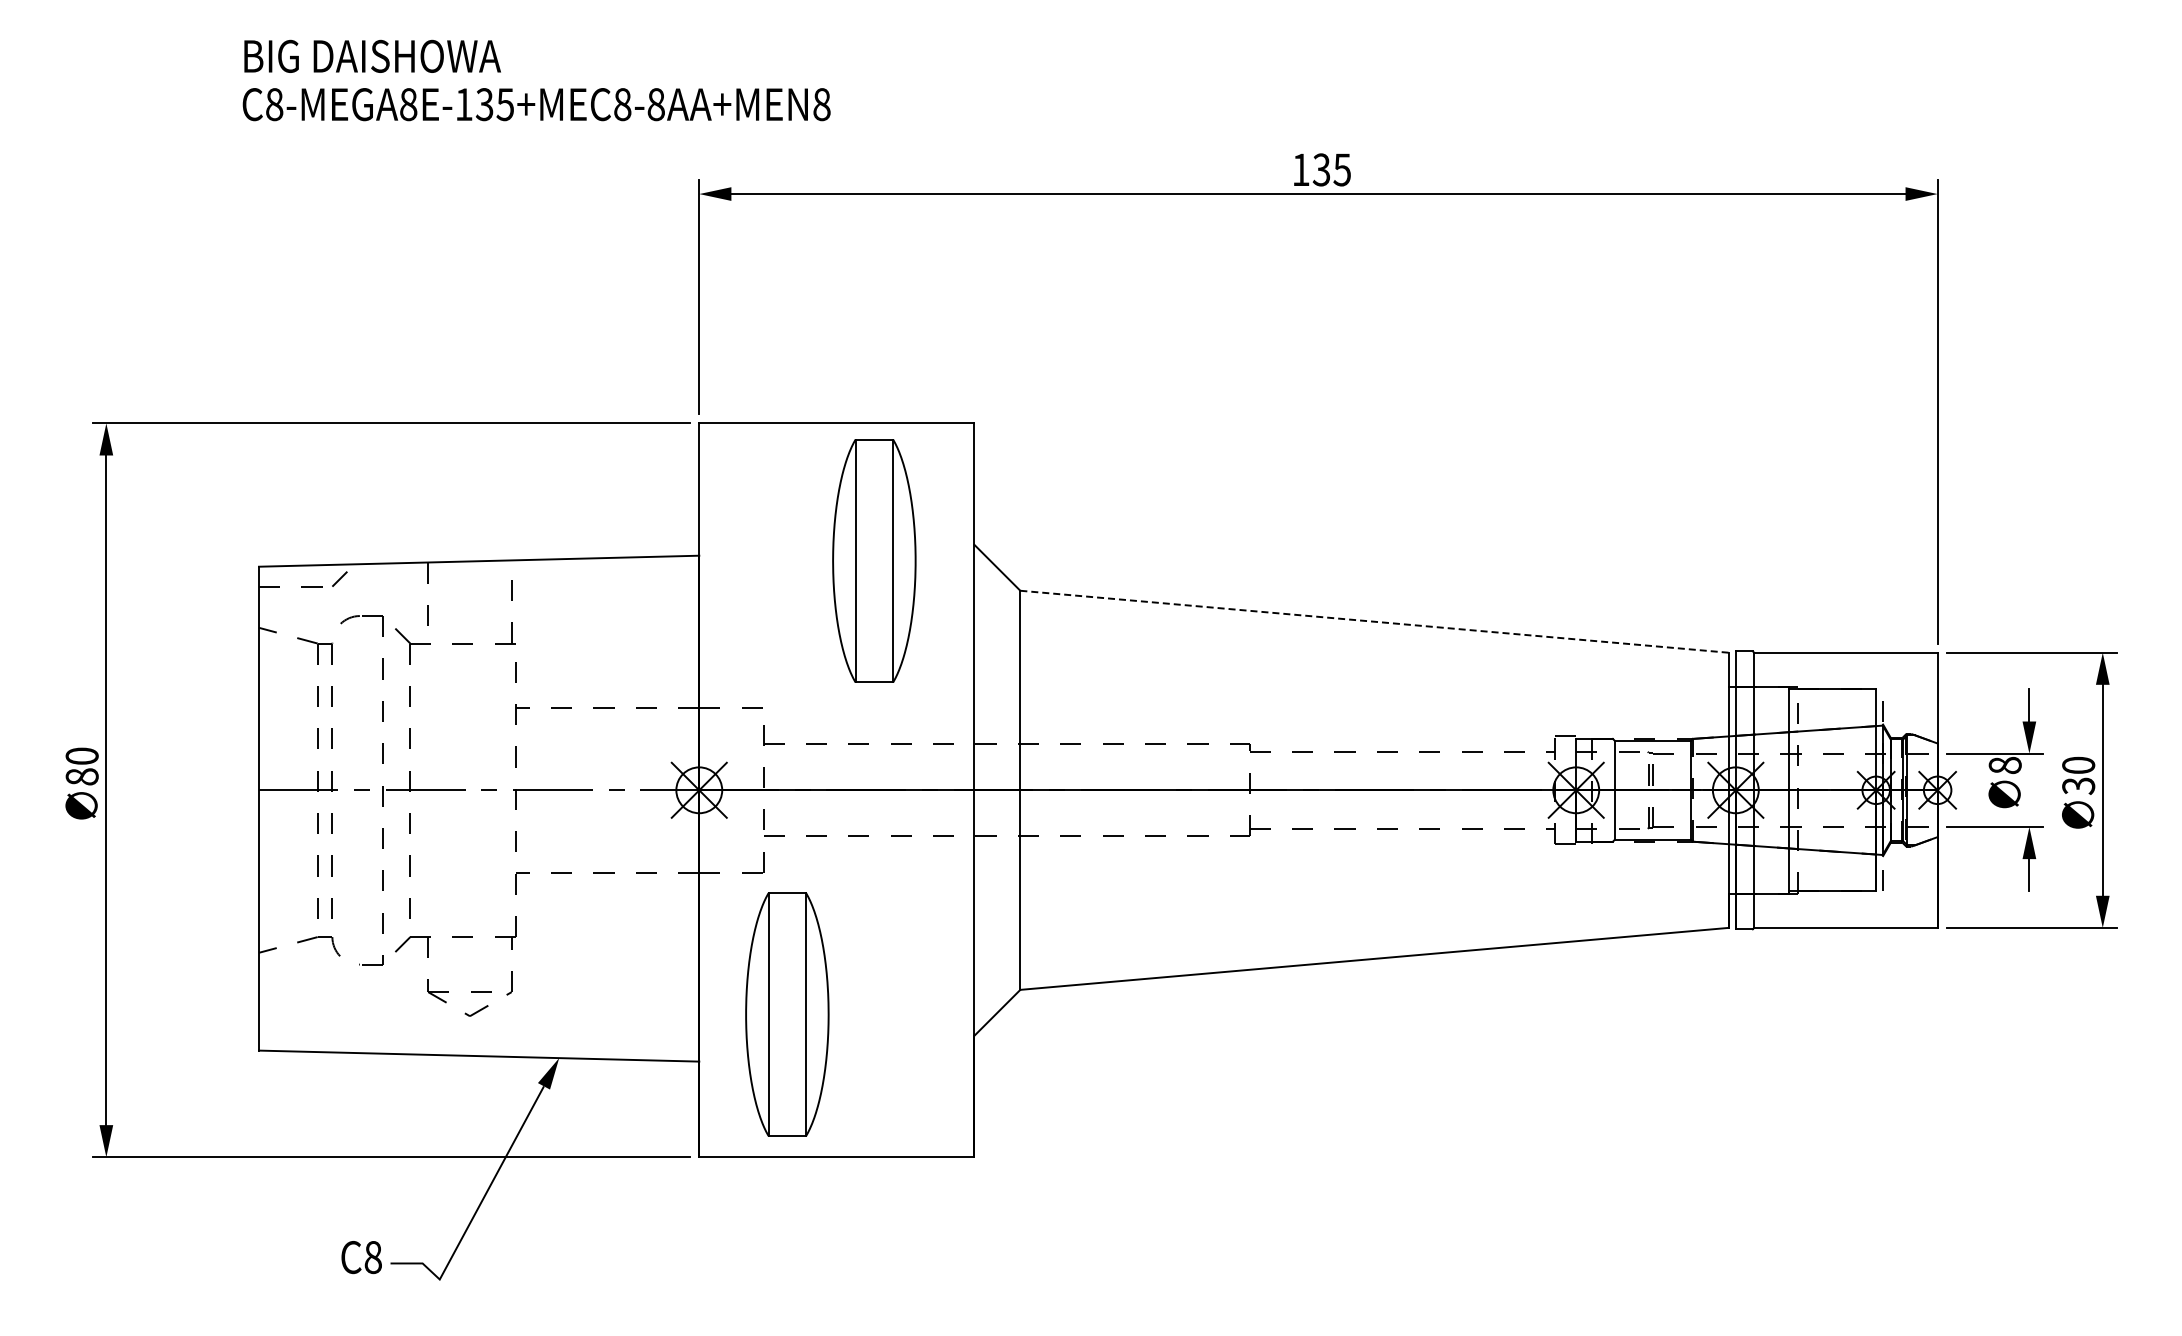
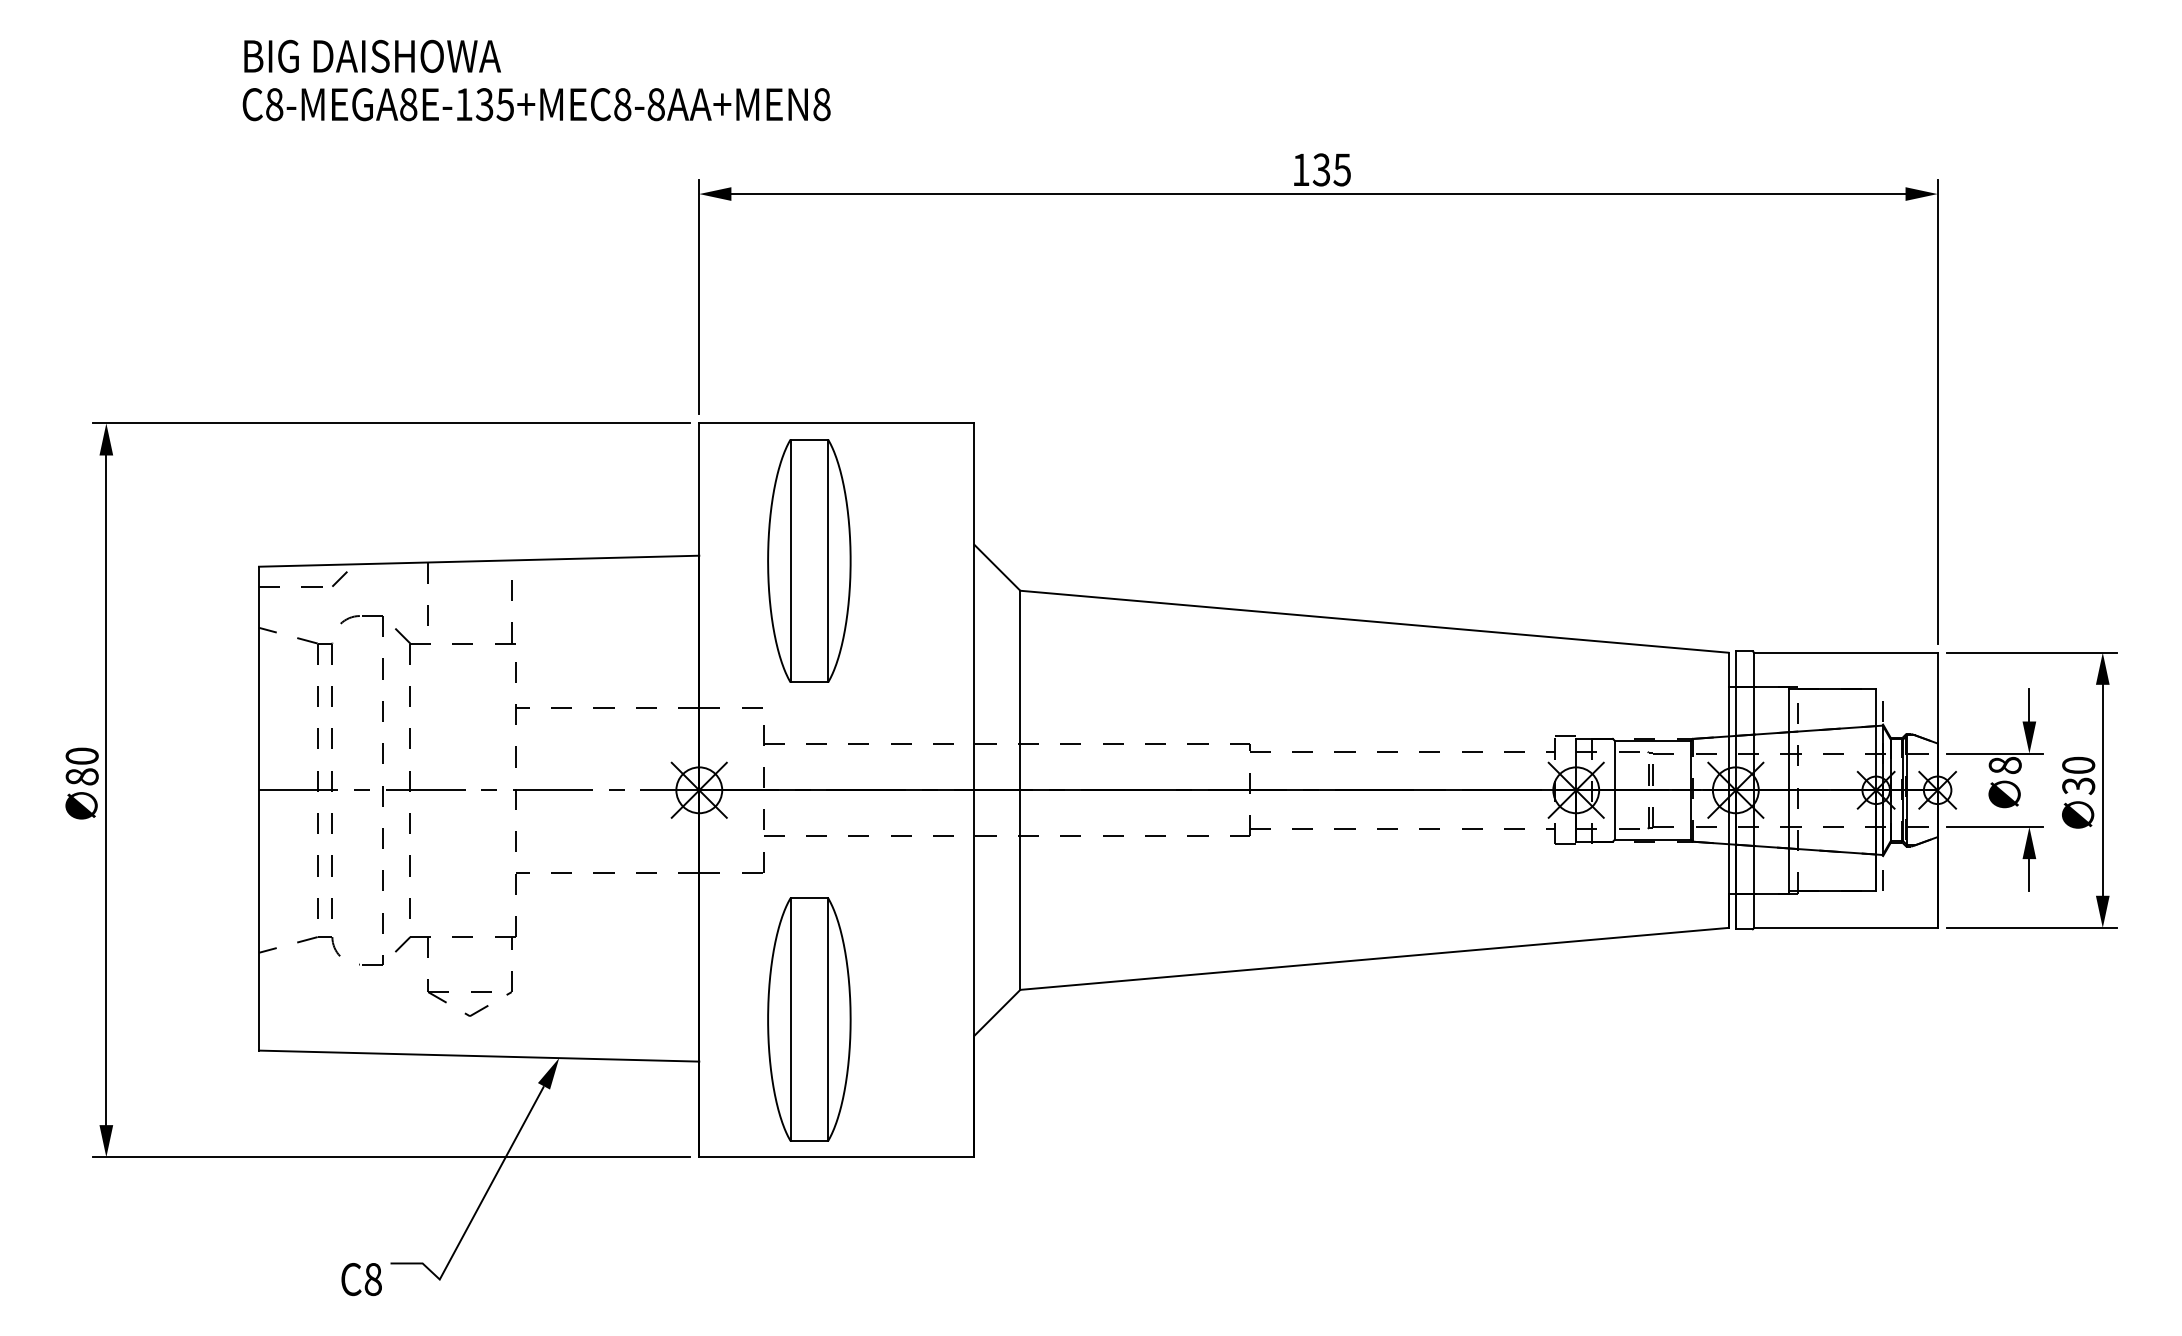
part at (874, 560) position: (874, 560) -> (809, 560)
line at (1374, 621): dashed -> solid
part at (787, 1014) position: (787, 1014) -> (809, 1019)
text at (361, 1257) position: (361, 1257) -> (361, 1279)
